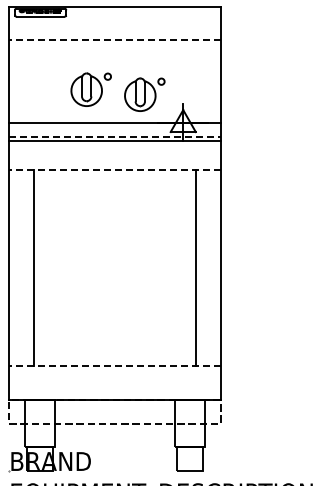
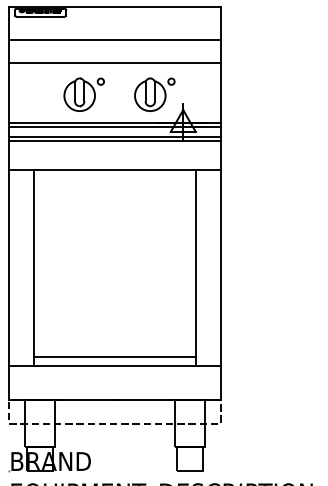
line at (115, 40): dashed -> solid
line at (114, 63): none -> present
part at (90, 89) position: (90, 89) -> (83, 94)
part at (144, 94) position: (144, 94) -> (154, 94)
line at (114, 127): none -> present
line at (115, 136): dashed -> solid
line at (115, 169): dashed -> solid
line at (114, 356): none -> present
line at (115, 366): dashed -> solid
